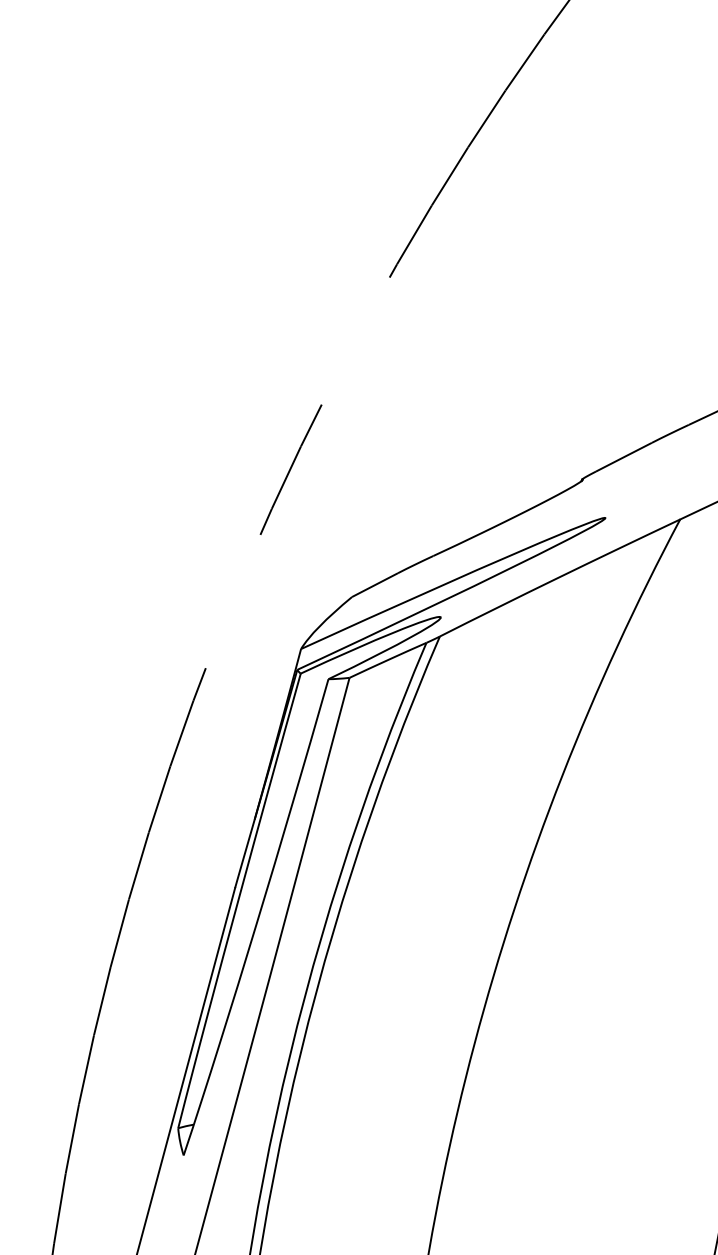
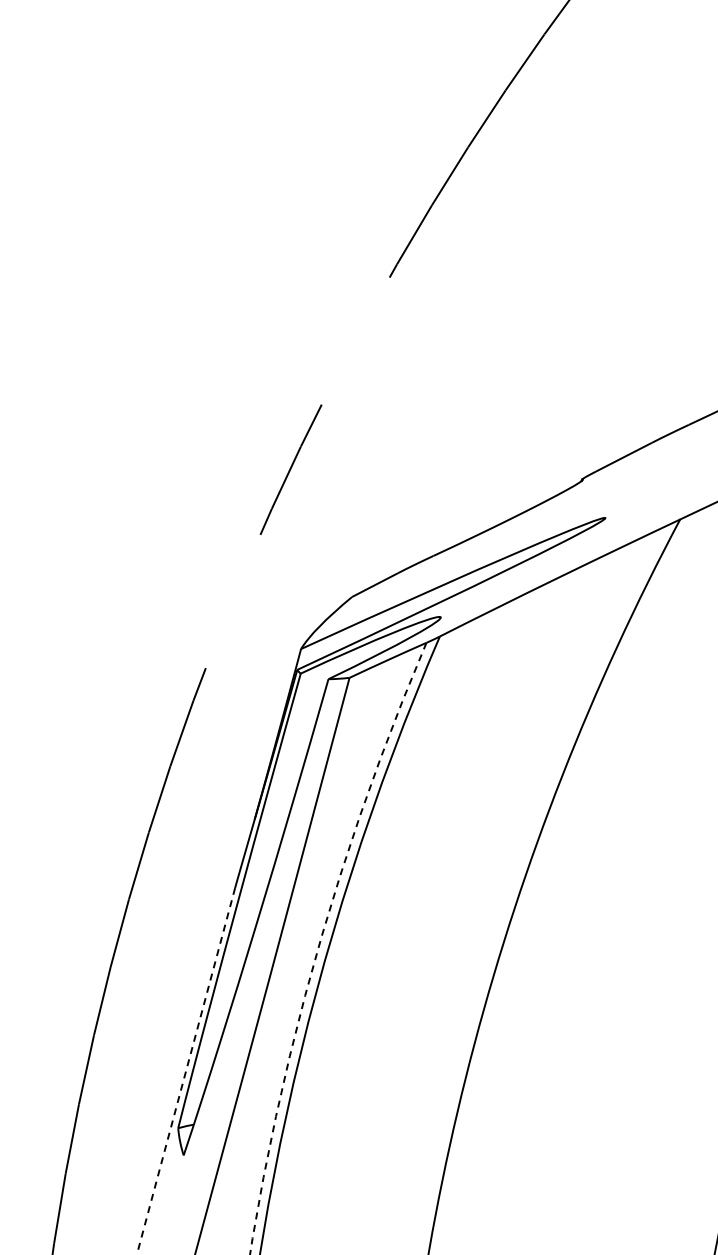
arc at (319, 943): solid -> dashed
line at (186, 1071): solid -> dashed
